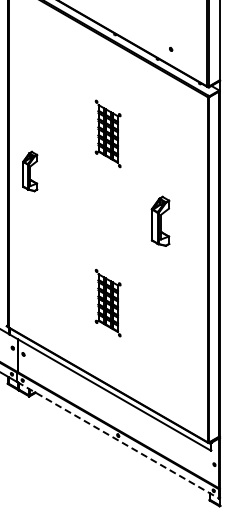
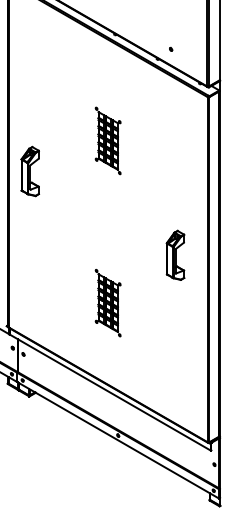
part at (107, 133) position: (107, 133) -> (107, 140)
part at (30, 171) size: 17x43 px -> 20x53 px
part at (160, 220) position: (160, 220) -> (175, 254)
line at (118, 440): dashed -> solid
